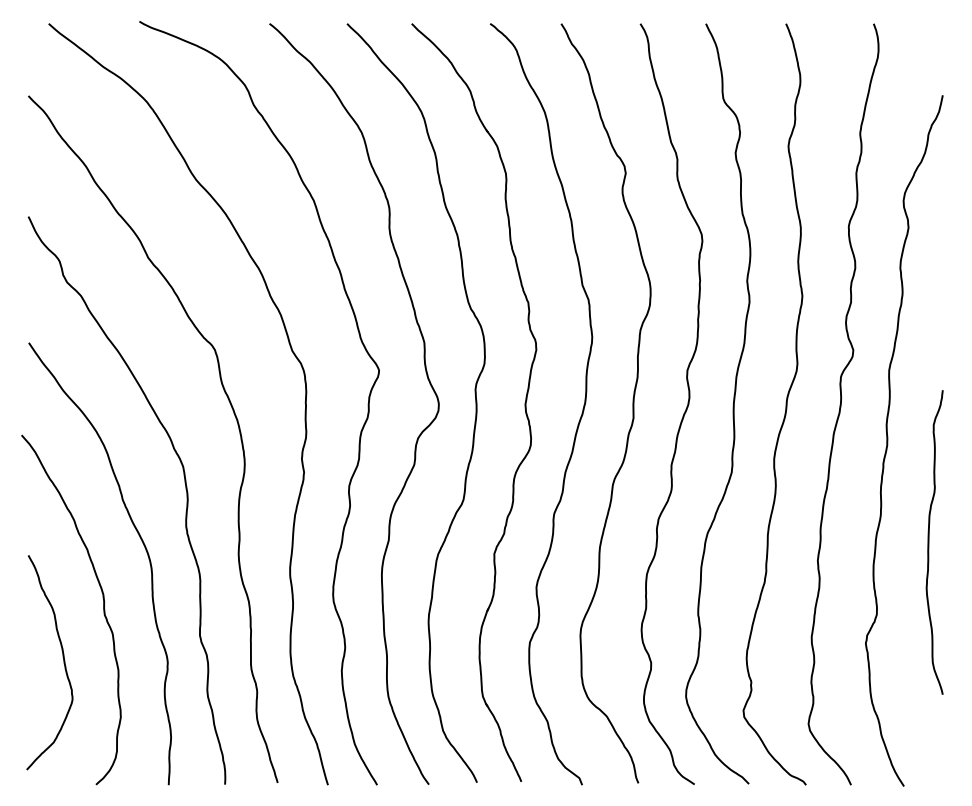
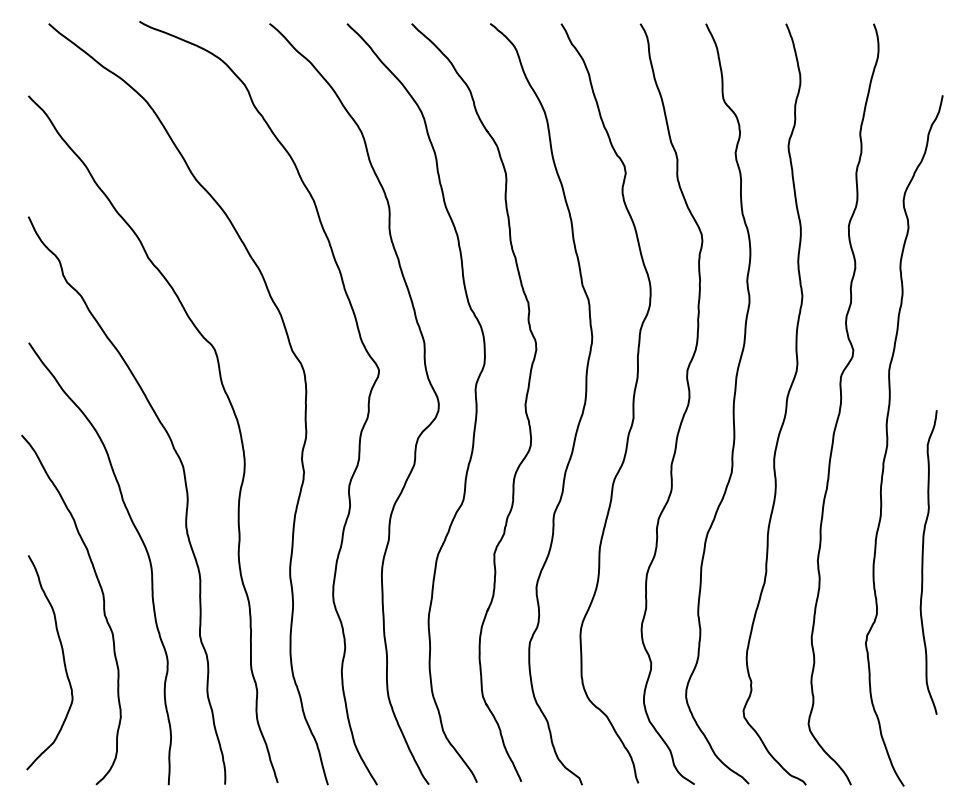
curve at (929, 542) position: (929, 542) -> (923, 562)
